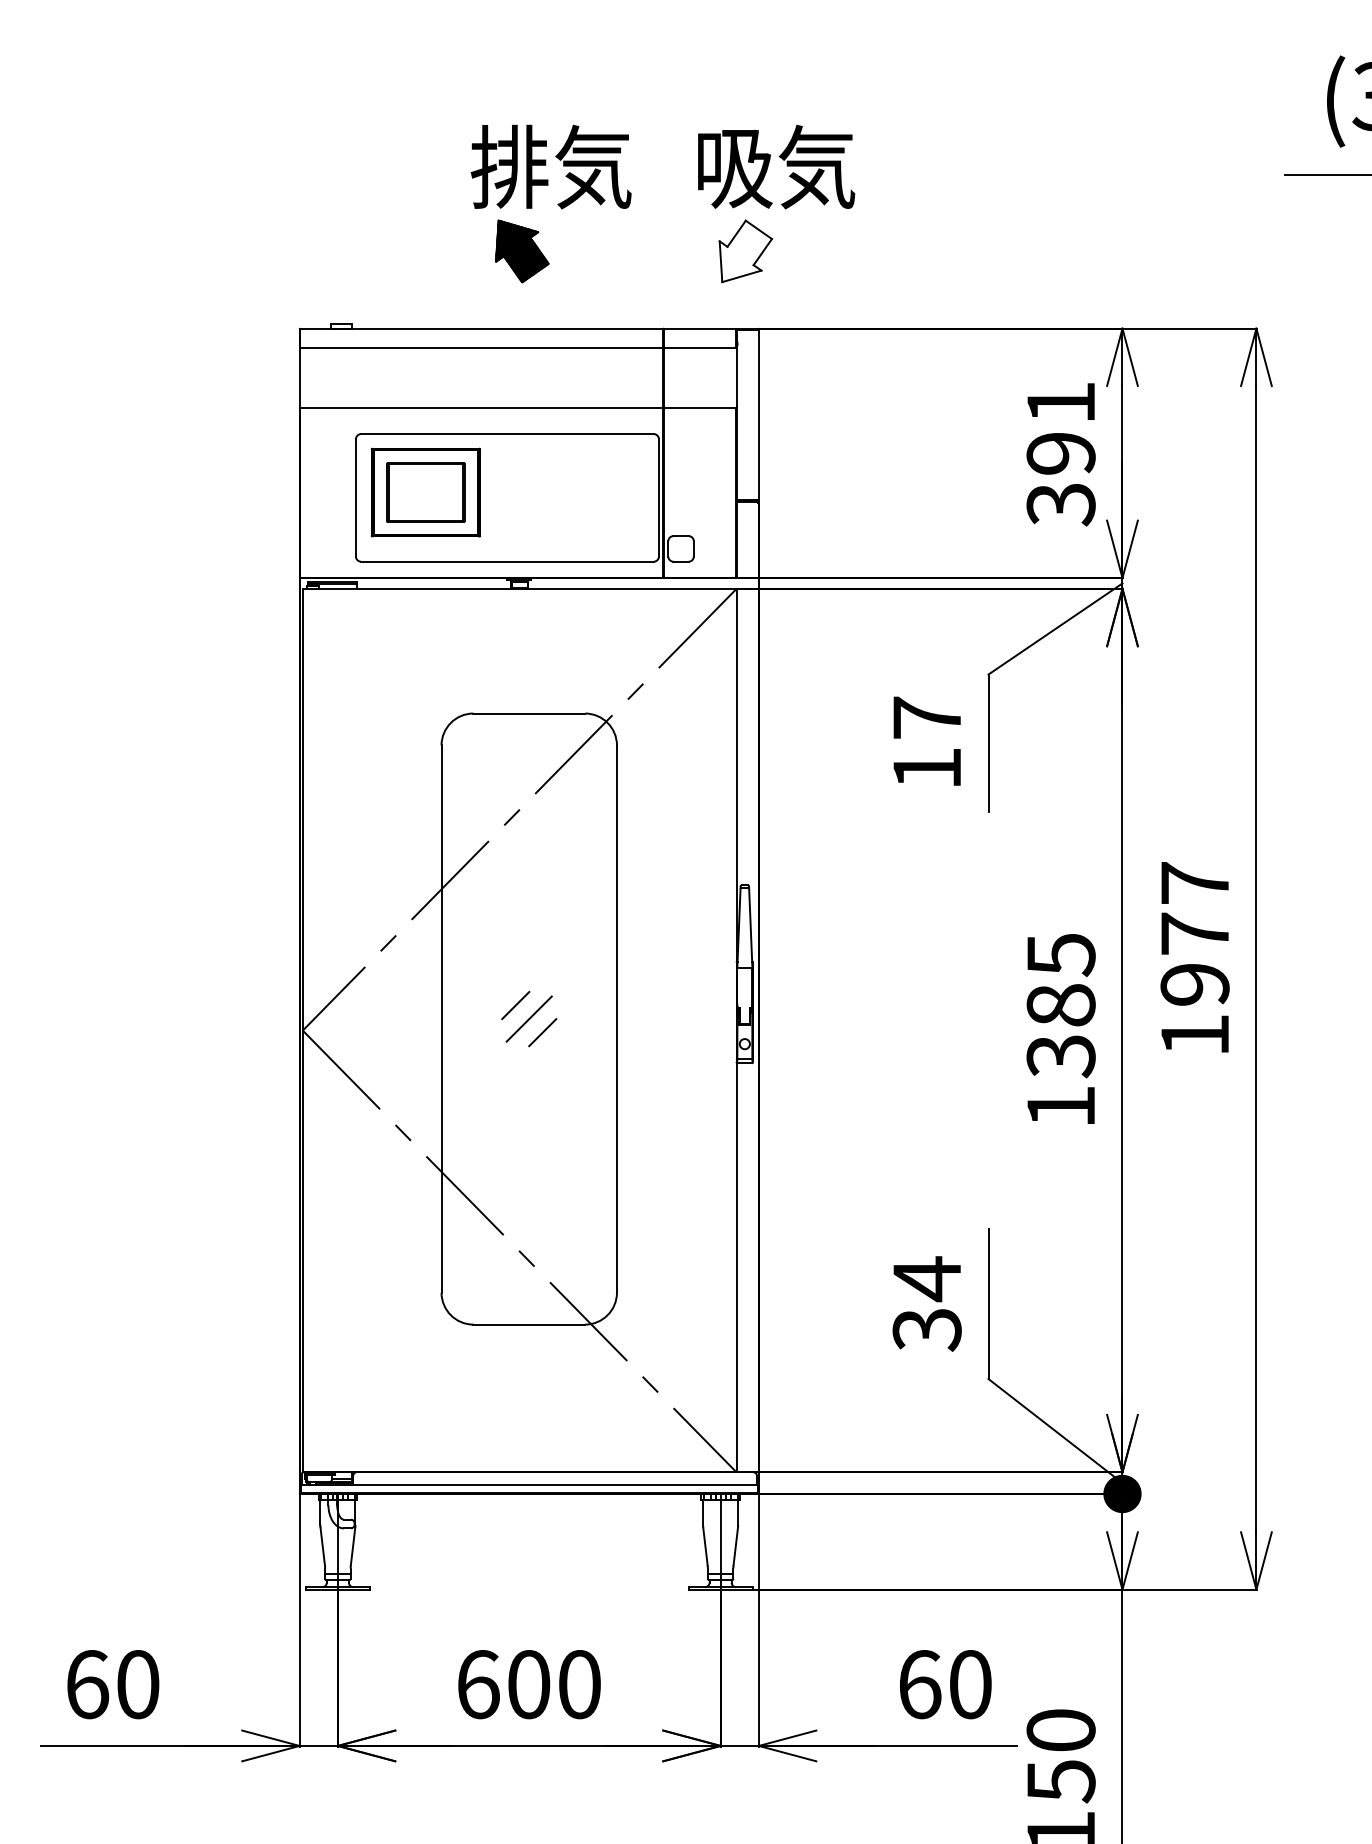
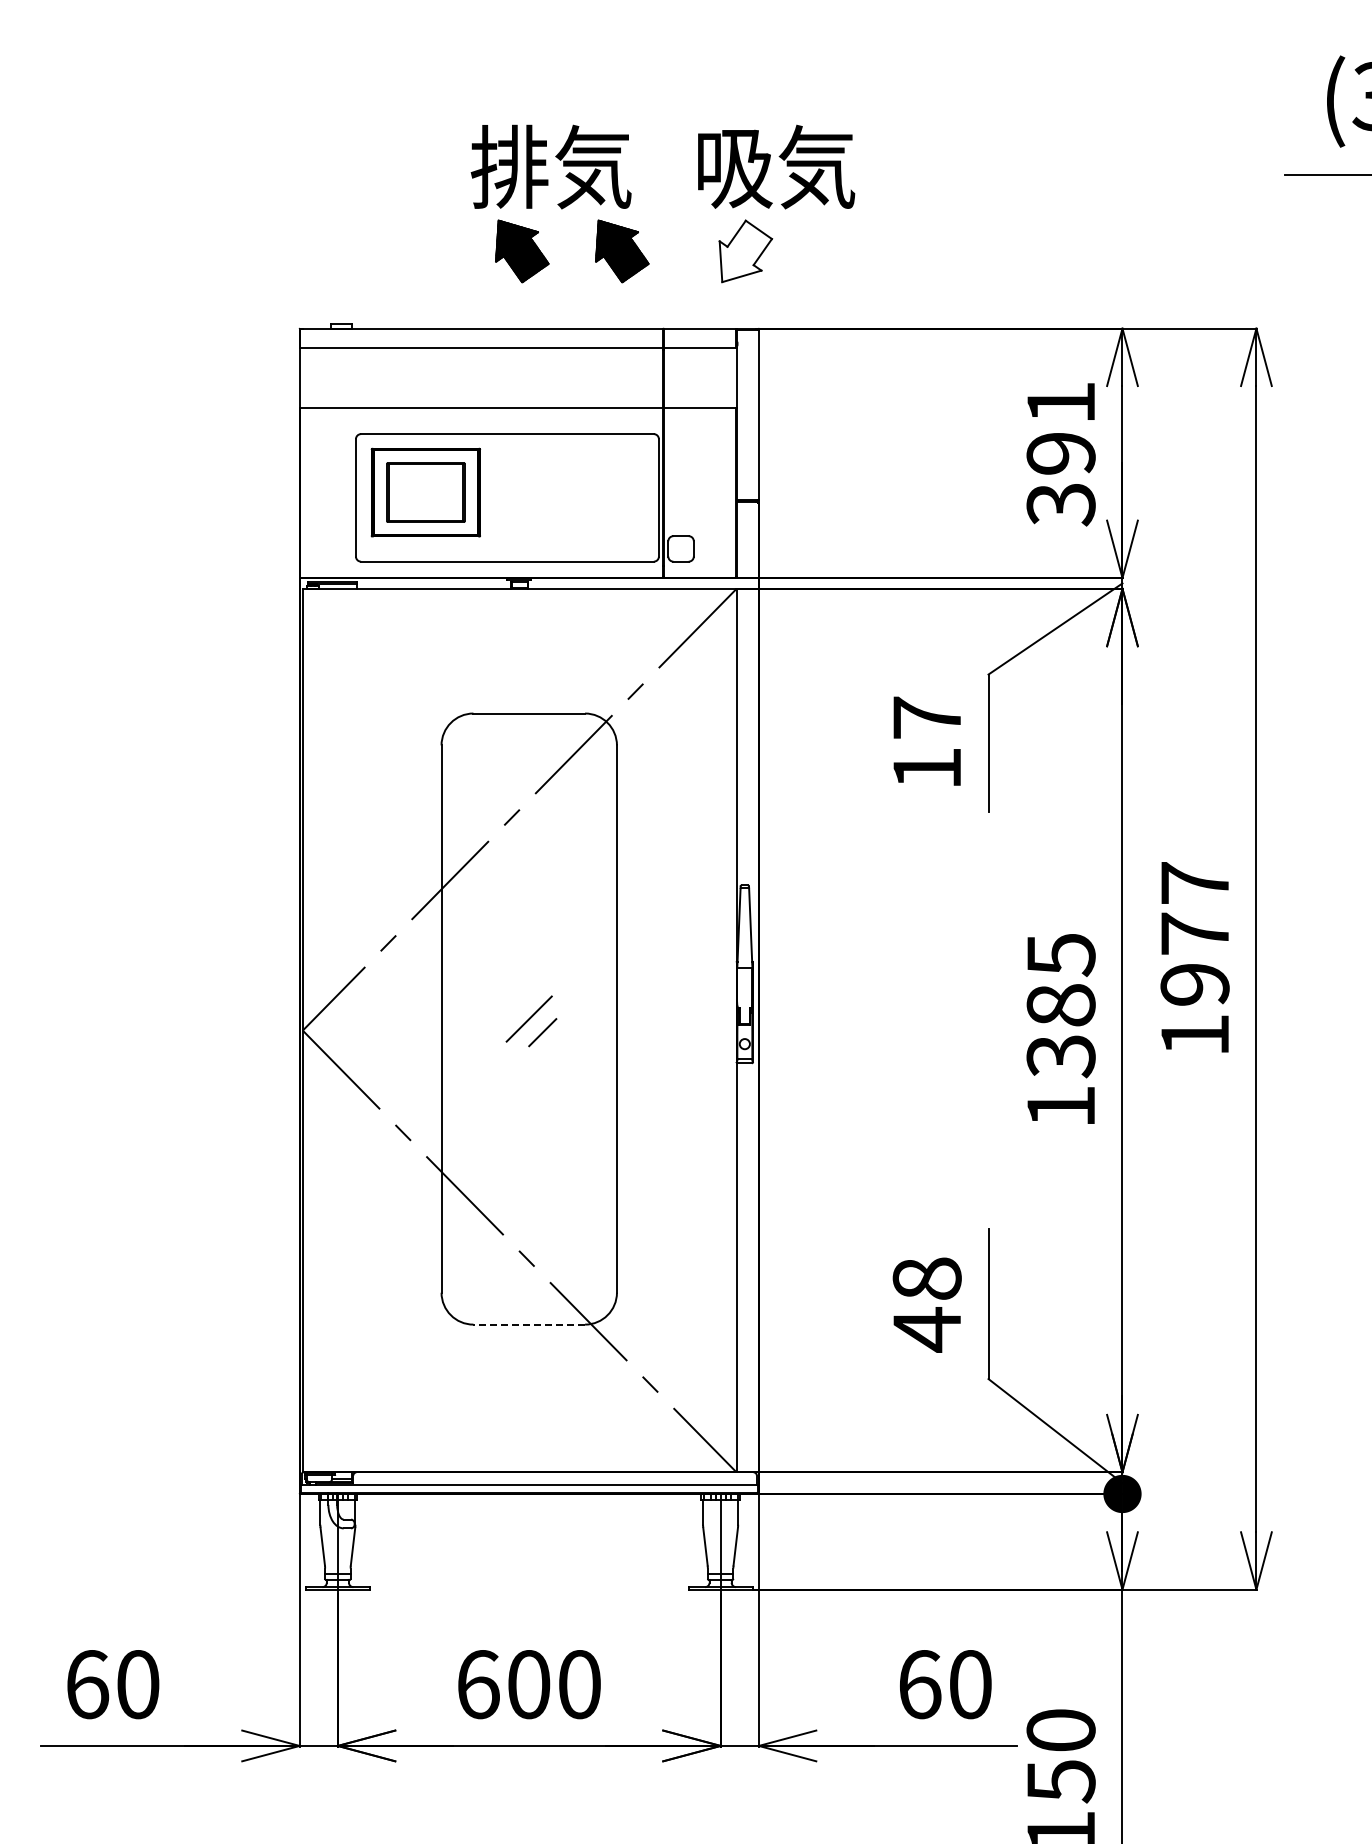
part at (622, 251): none -> present
line at (515, 1005): present -> none
text at (926, 1304): 34 -> 48
line at (529, 1324): solid -> dashed
